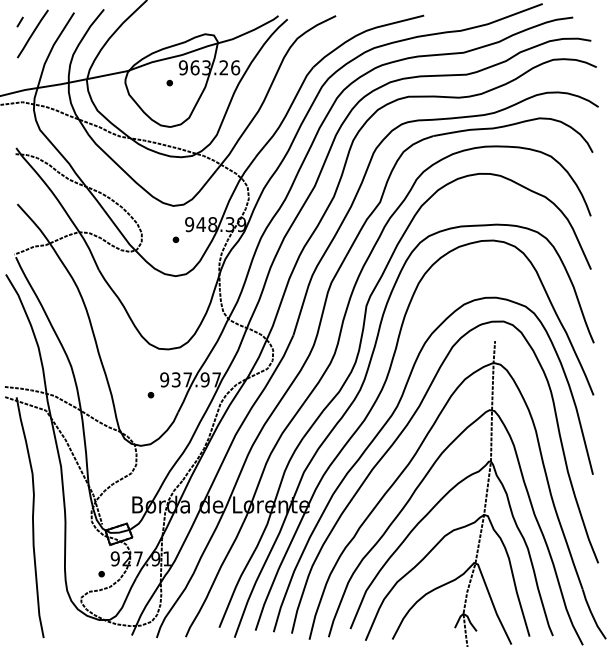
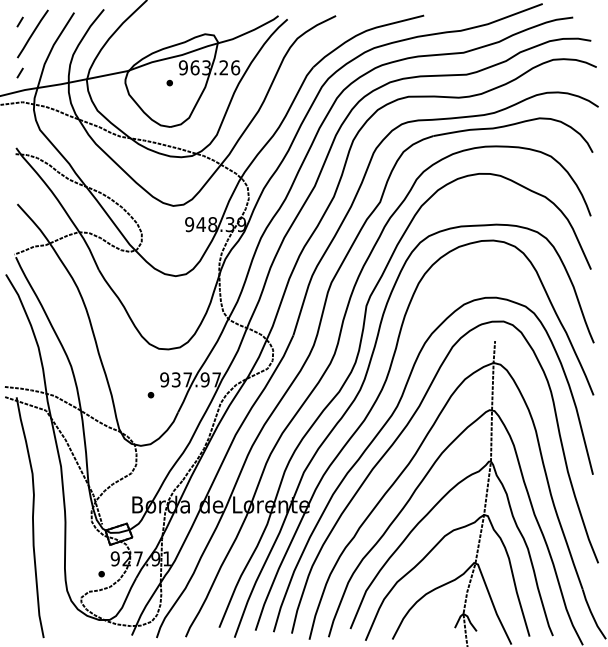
line at (19, 72): none -> present
part at (175, 239): present -> none
